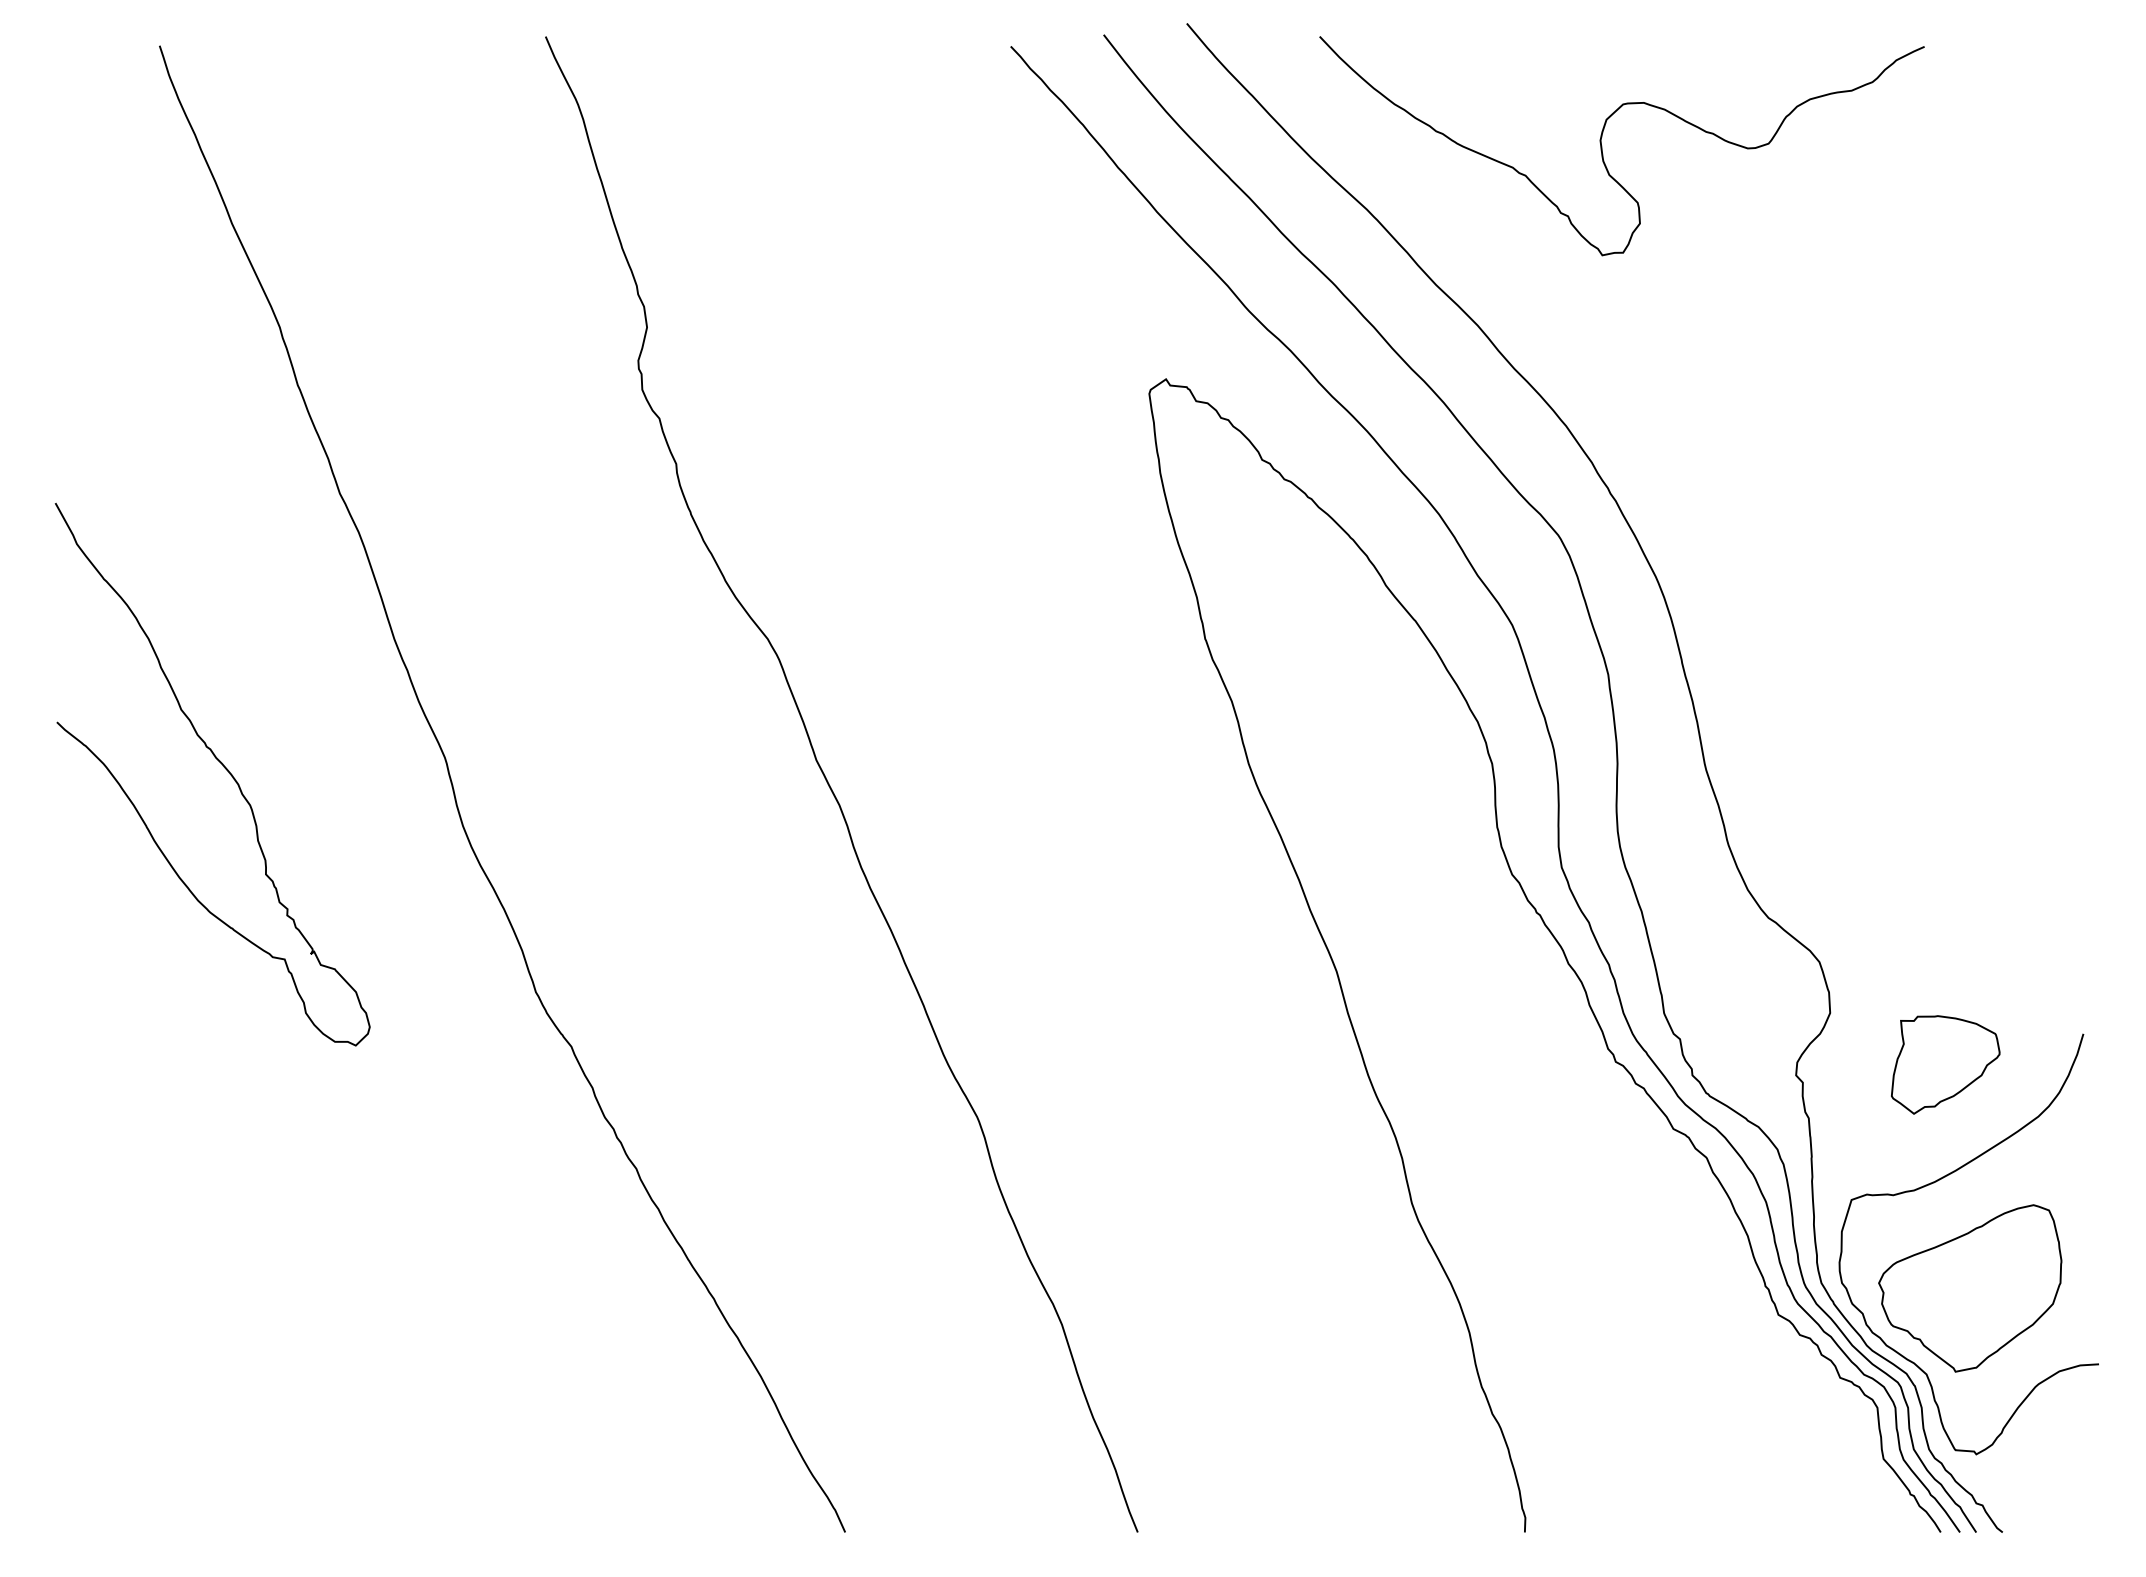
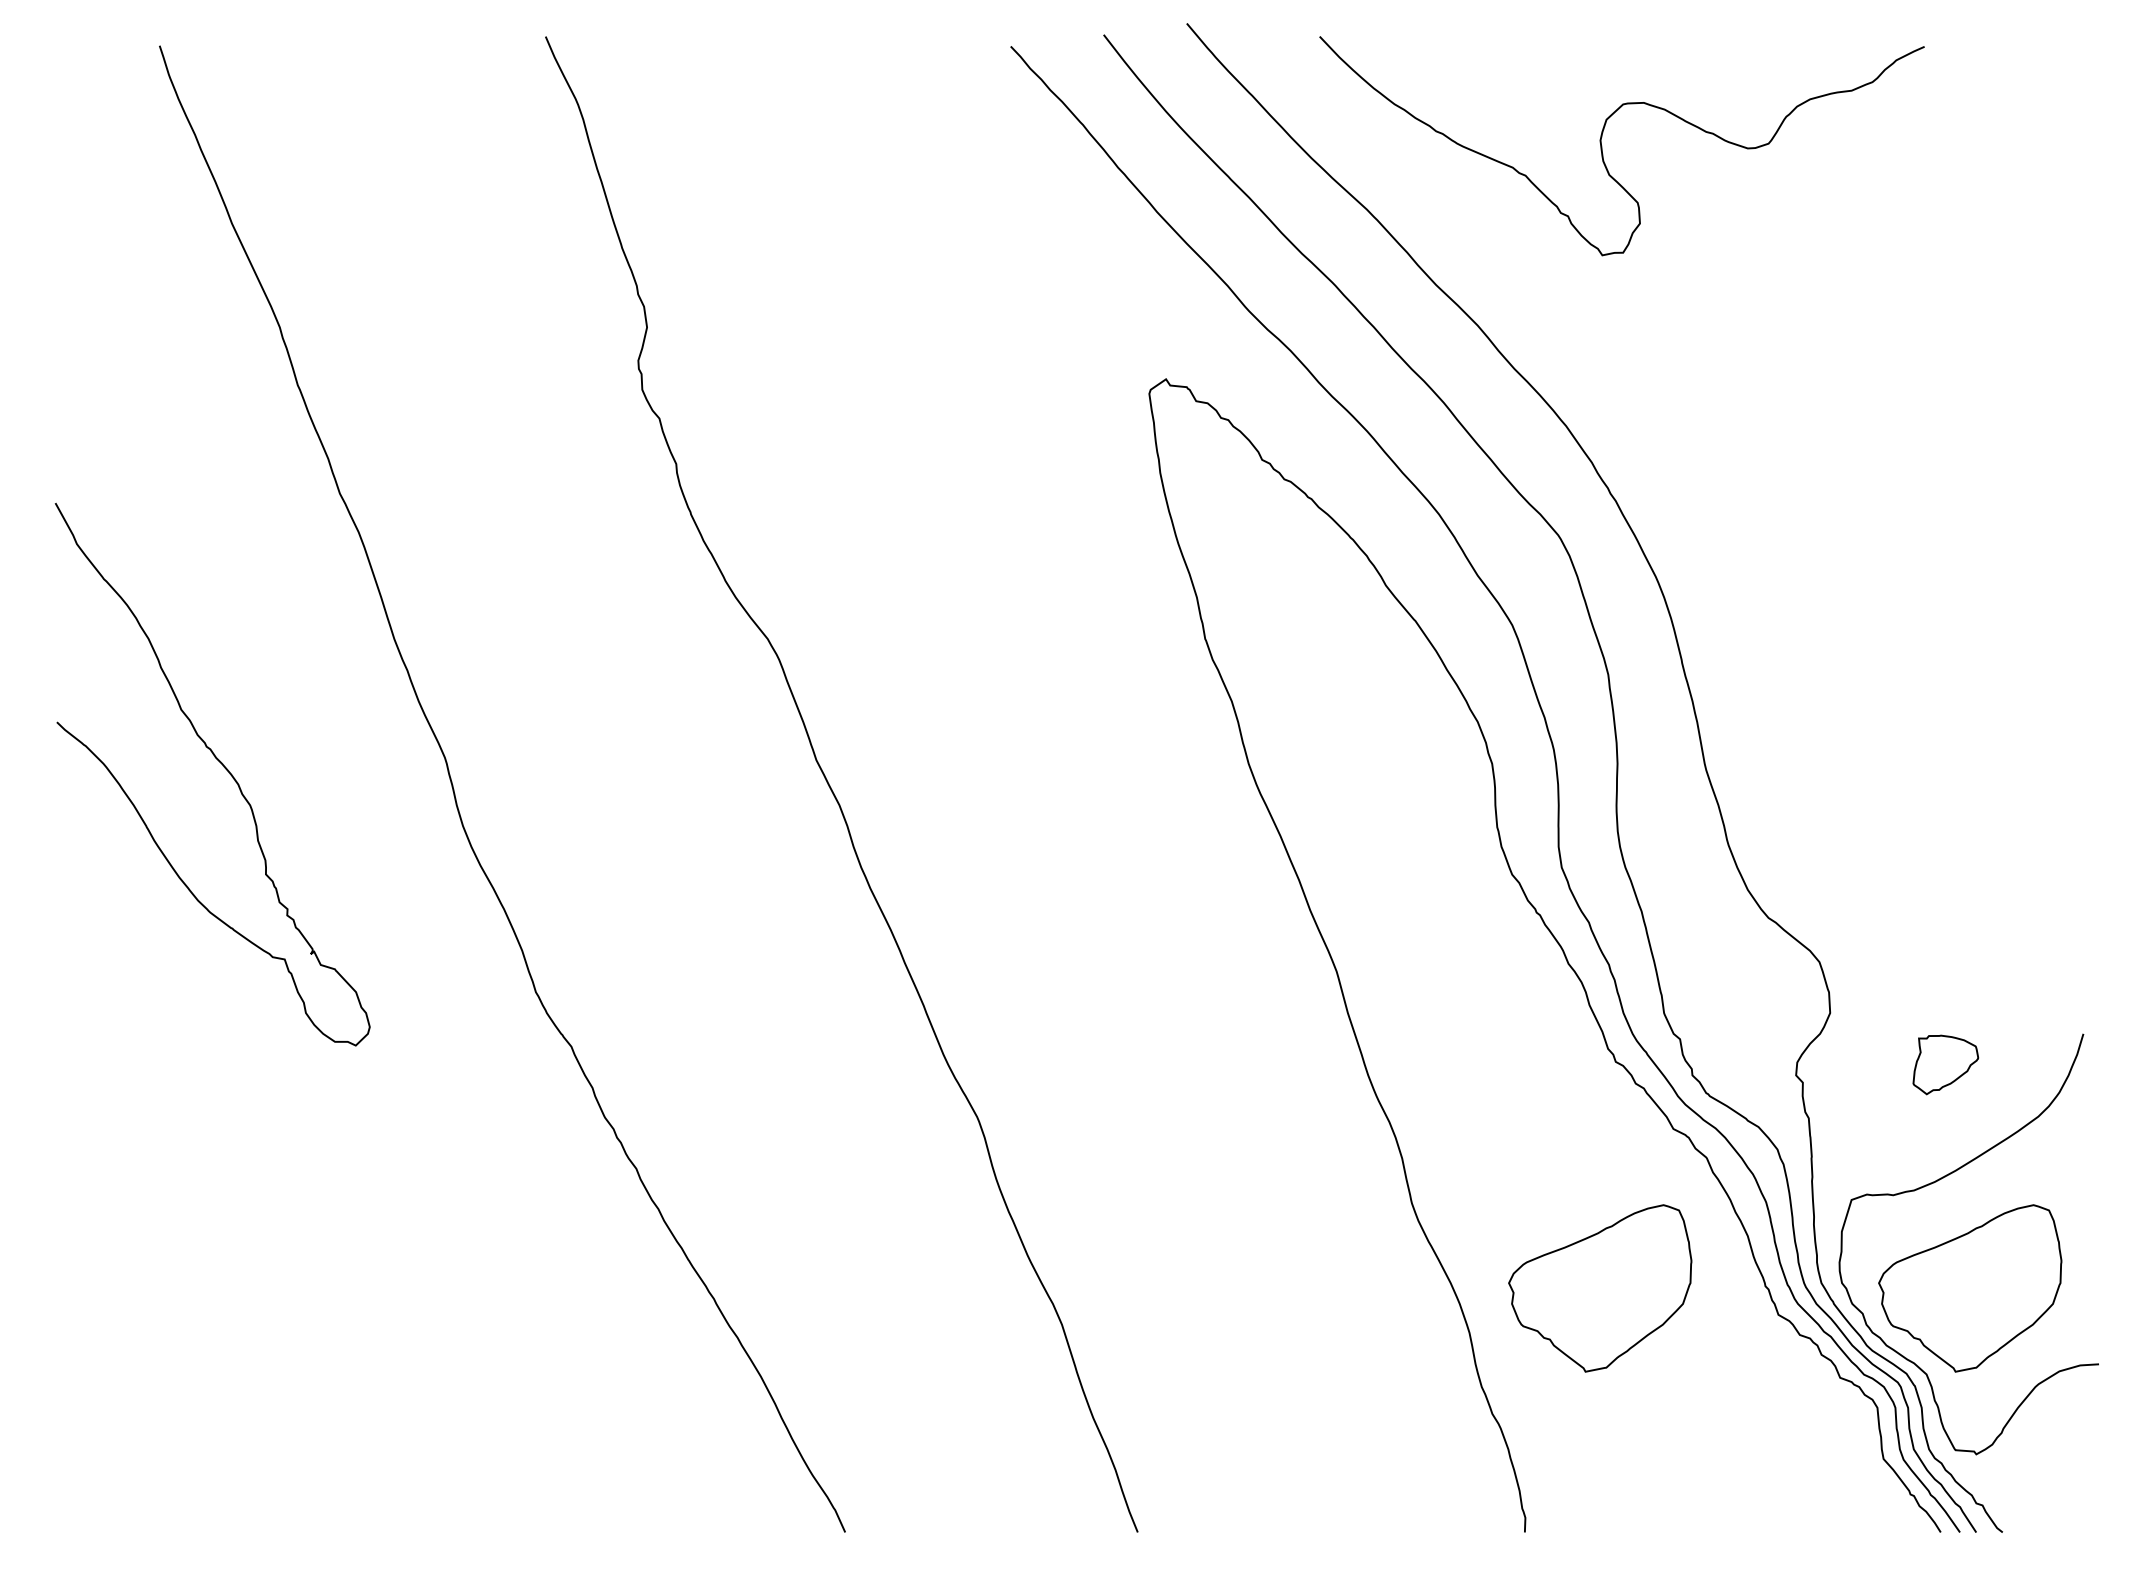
part at (1945, 1064) size: 110x100 px -> 68x62 px
part at (1600, 1288): none -> present
